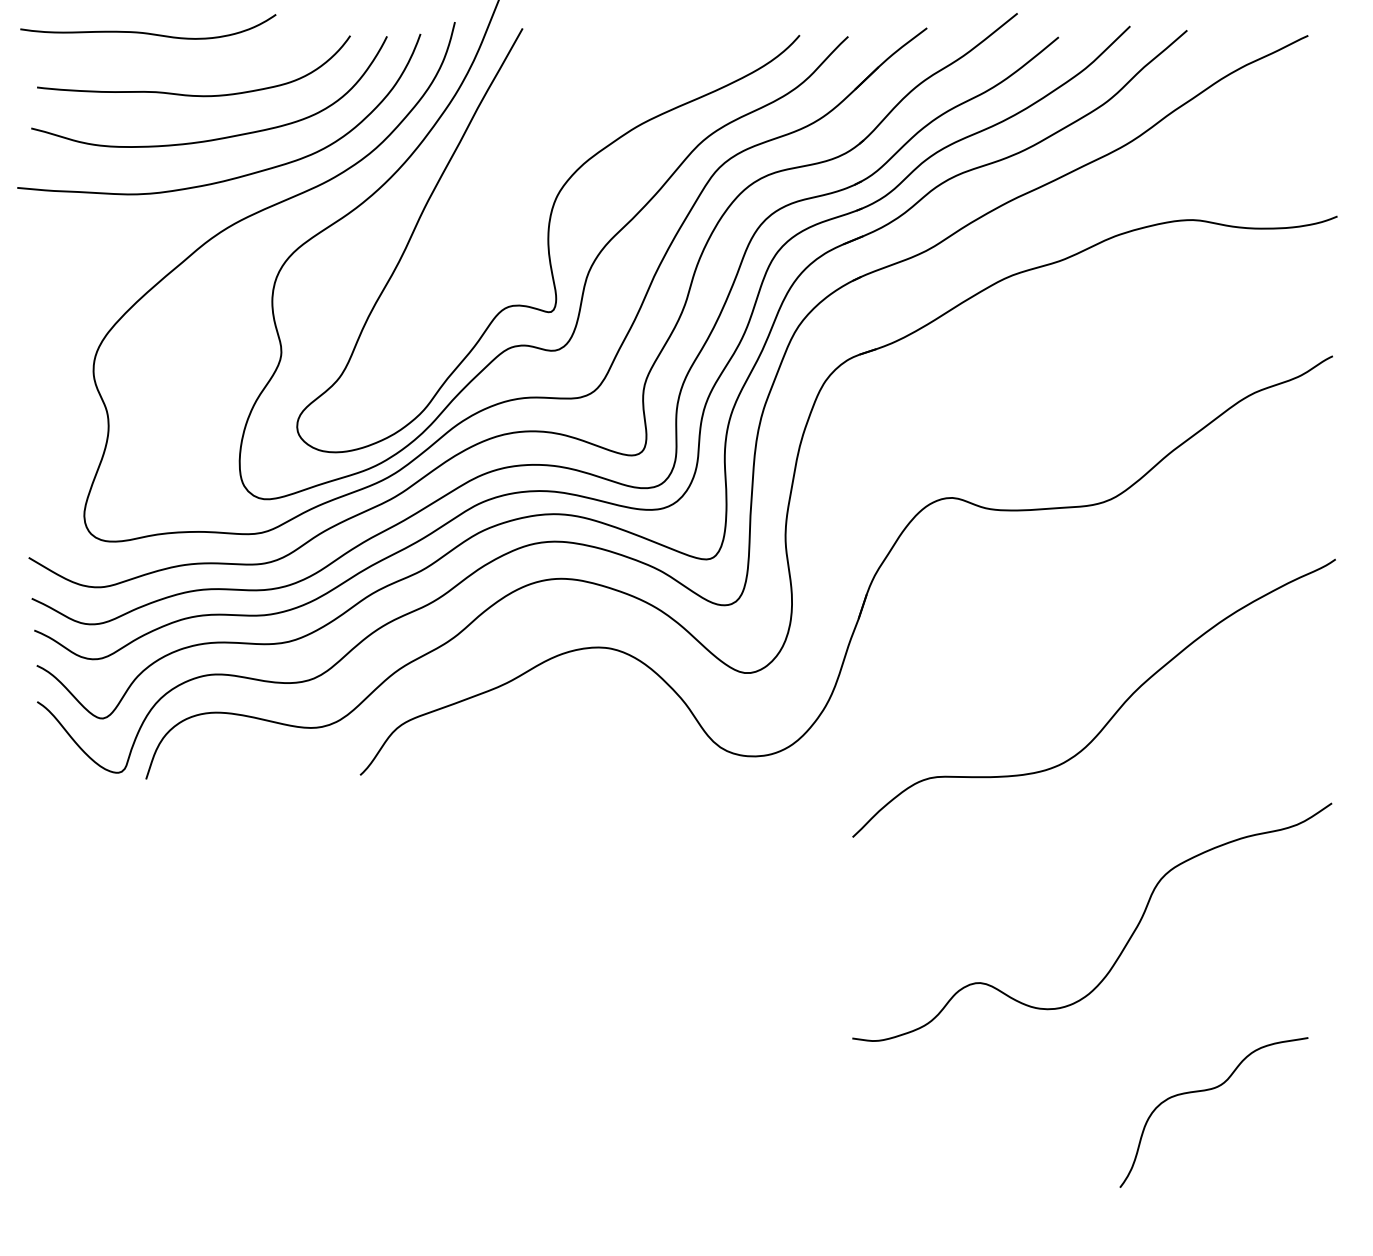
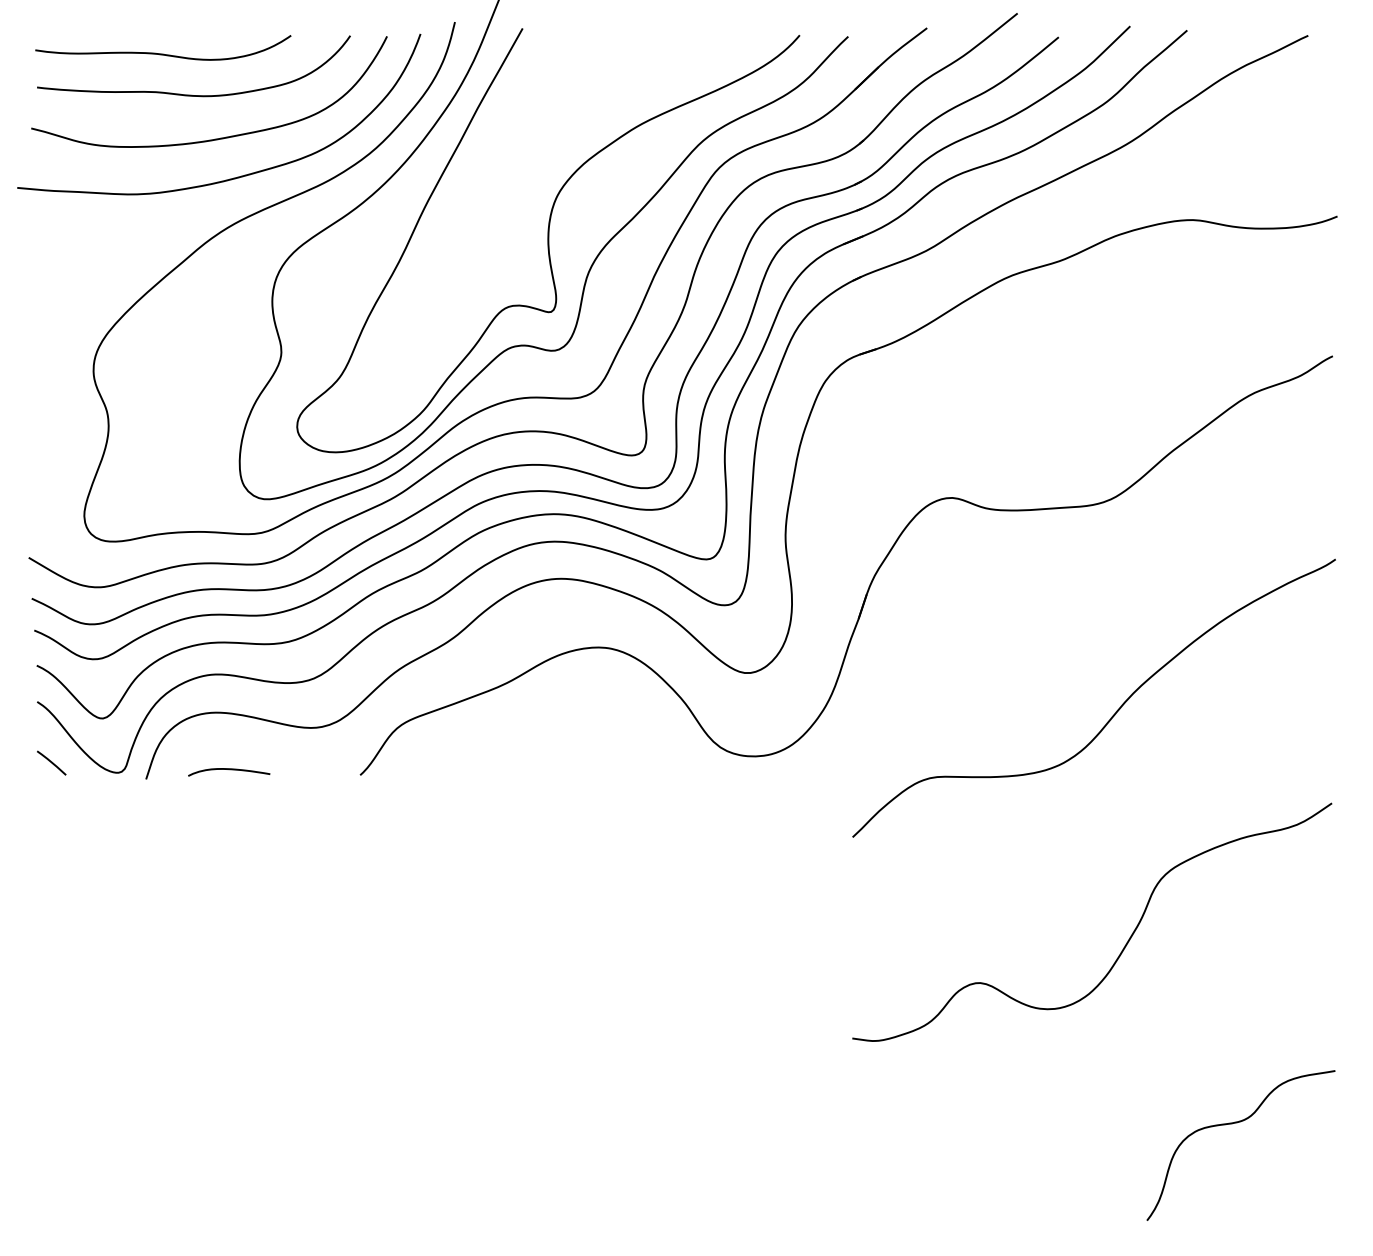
curve at (148, 32) position: (148, 32) -> (163, 53)
line at (51, 762): none -> present
curve at (229, 770): none -> present
curve at (1210, 1090) position: (1210, 1090) -> (1237, 1123)
